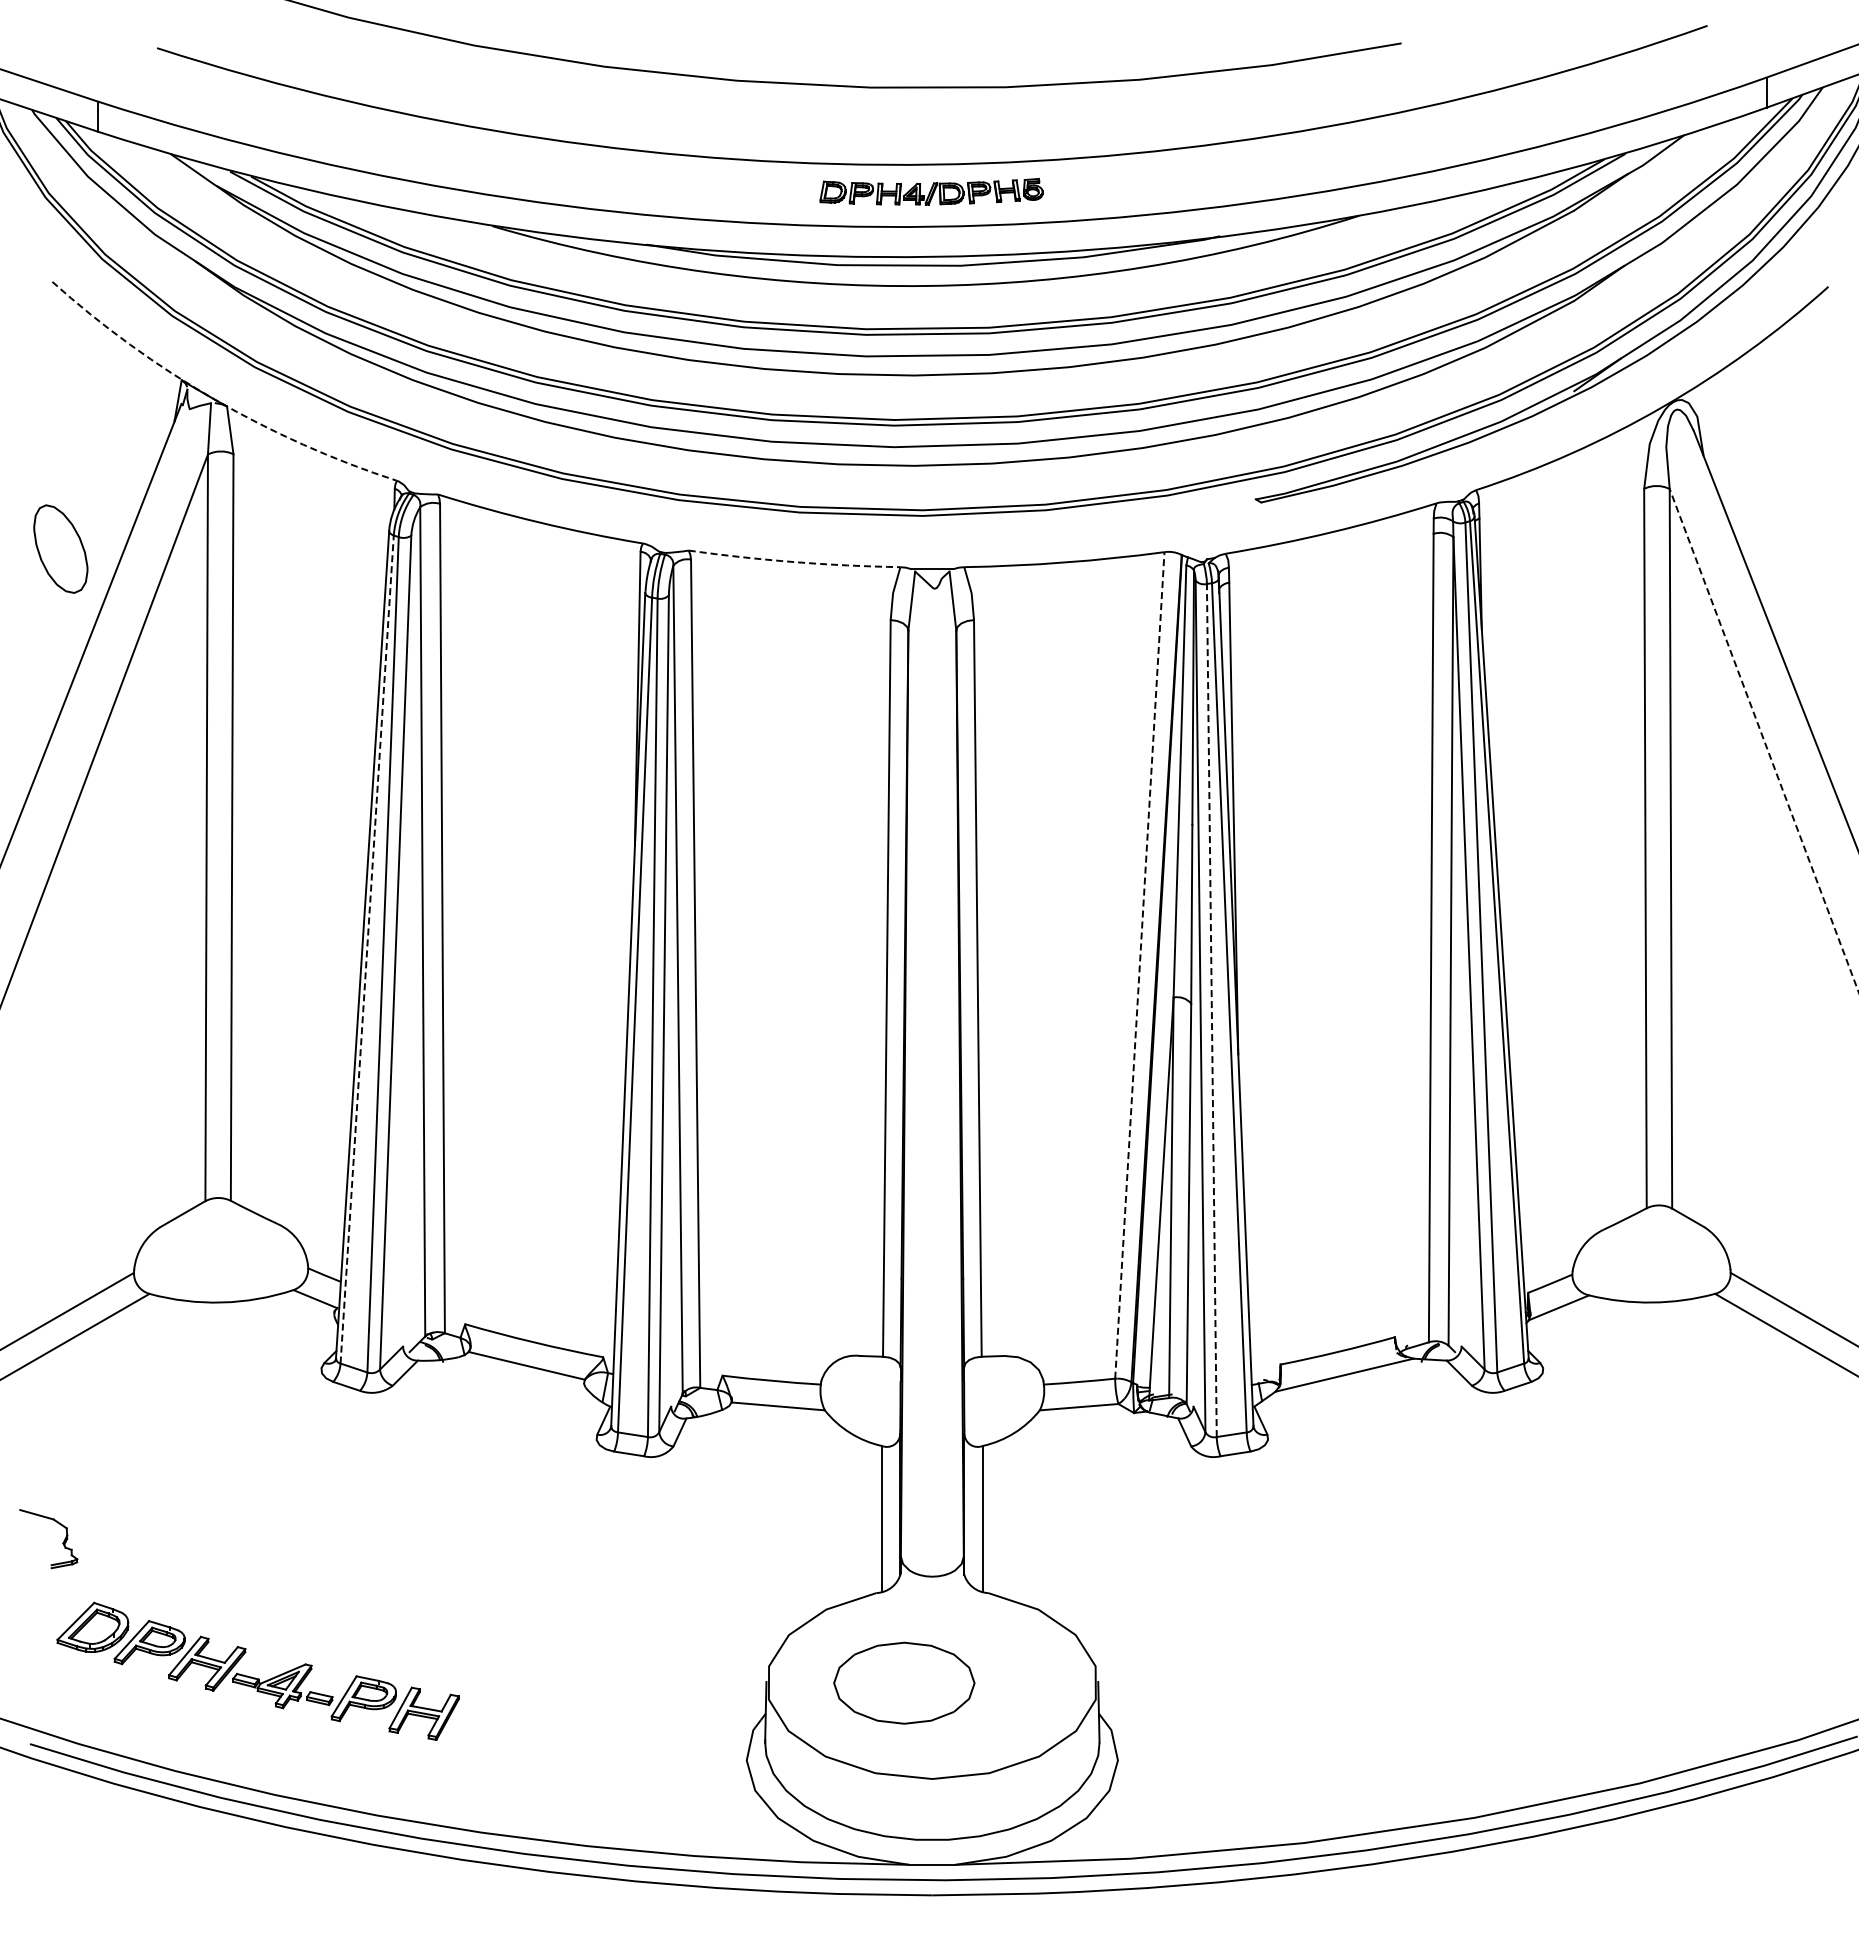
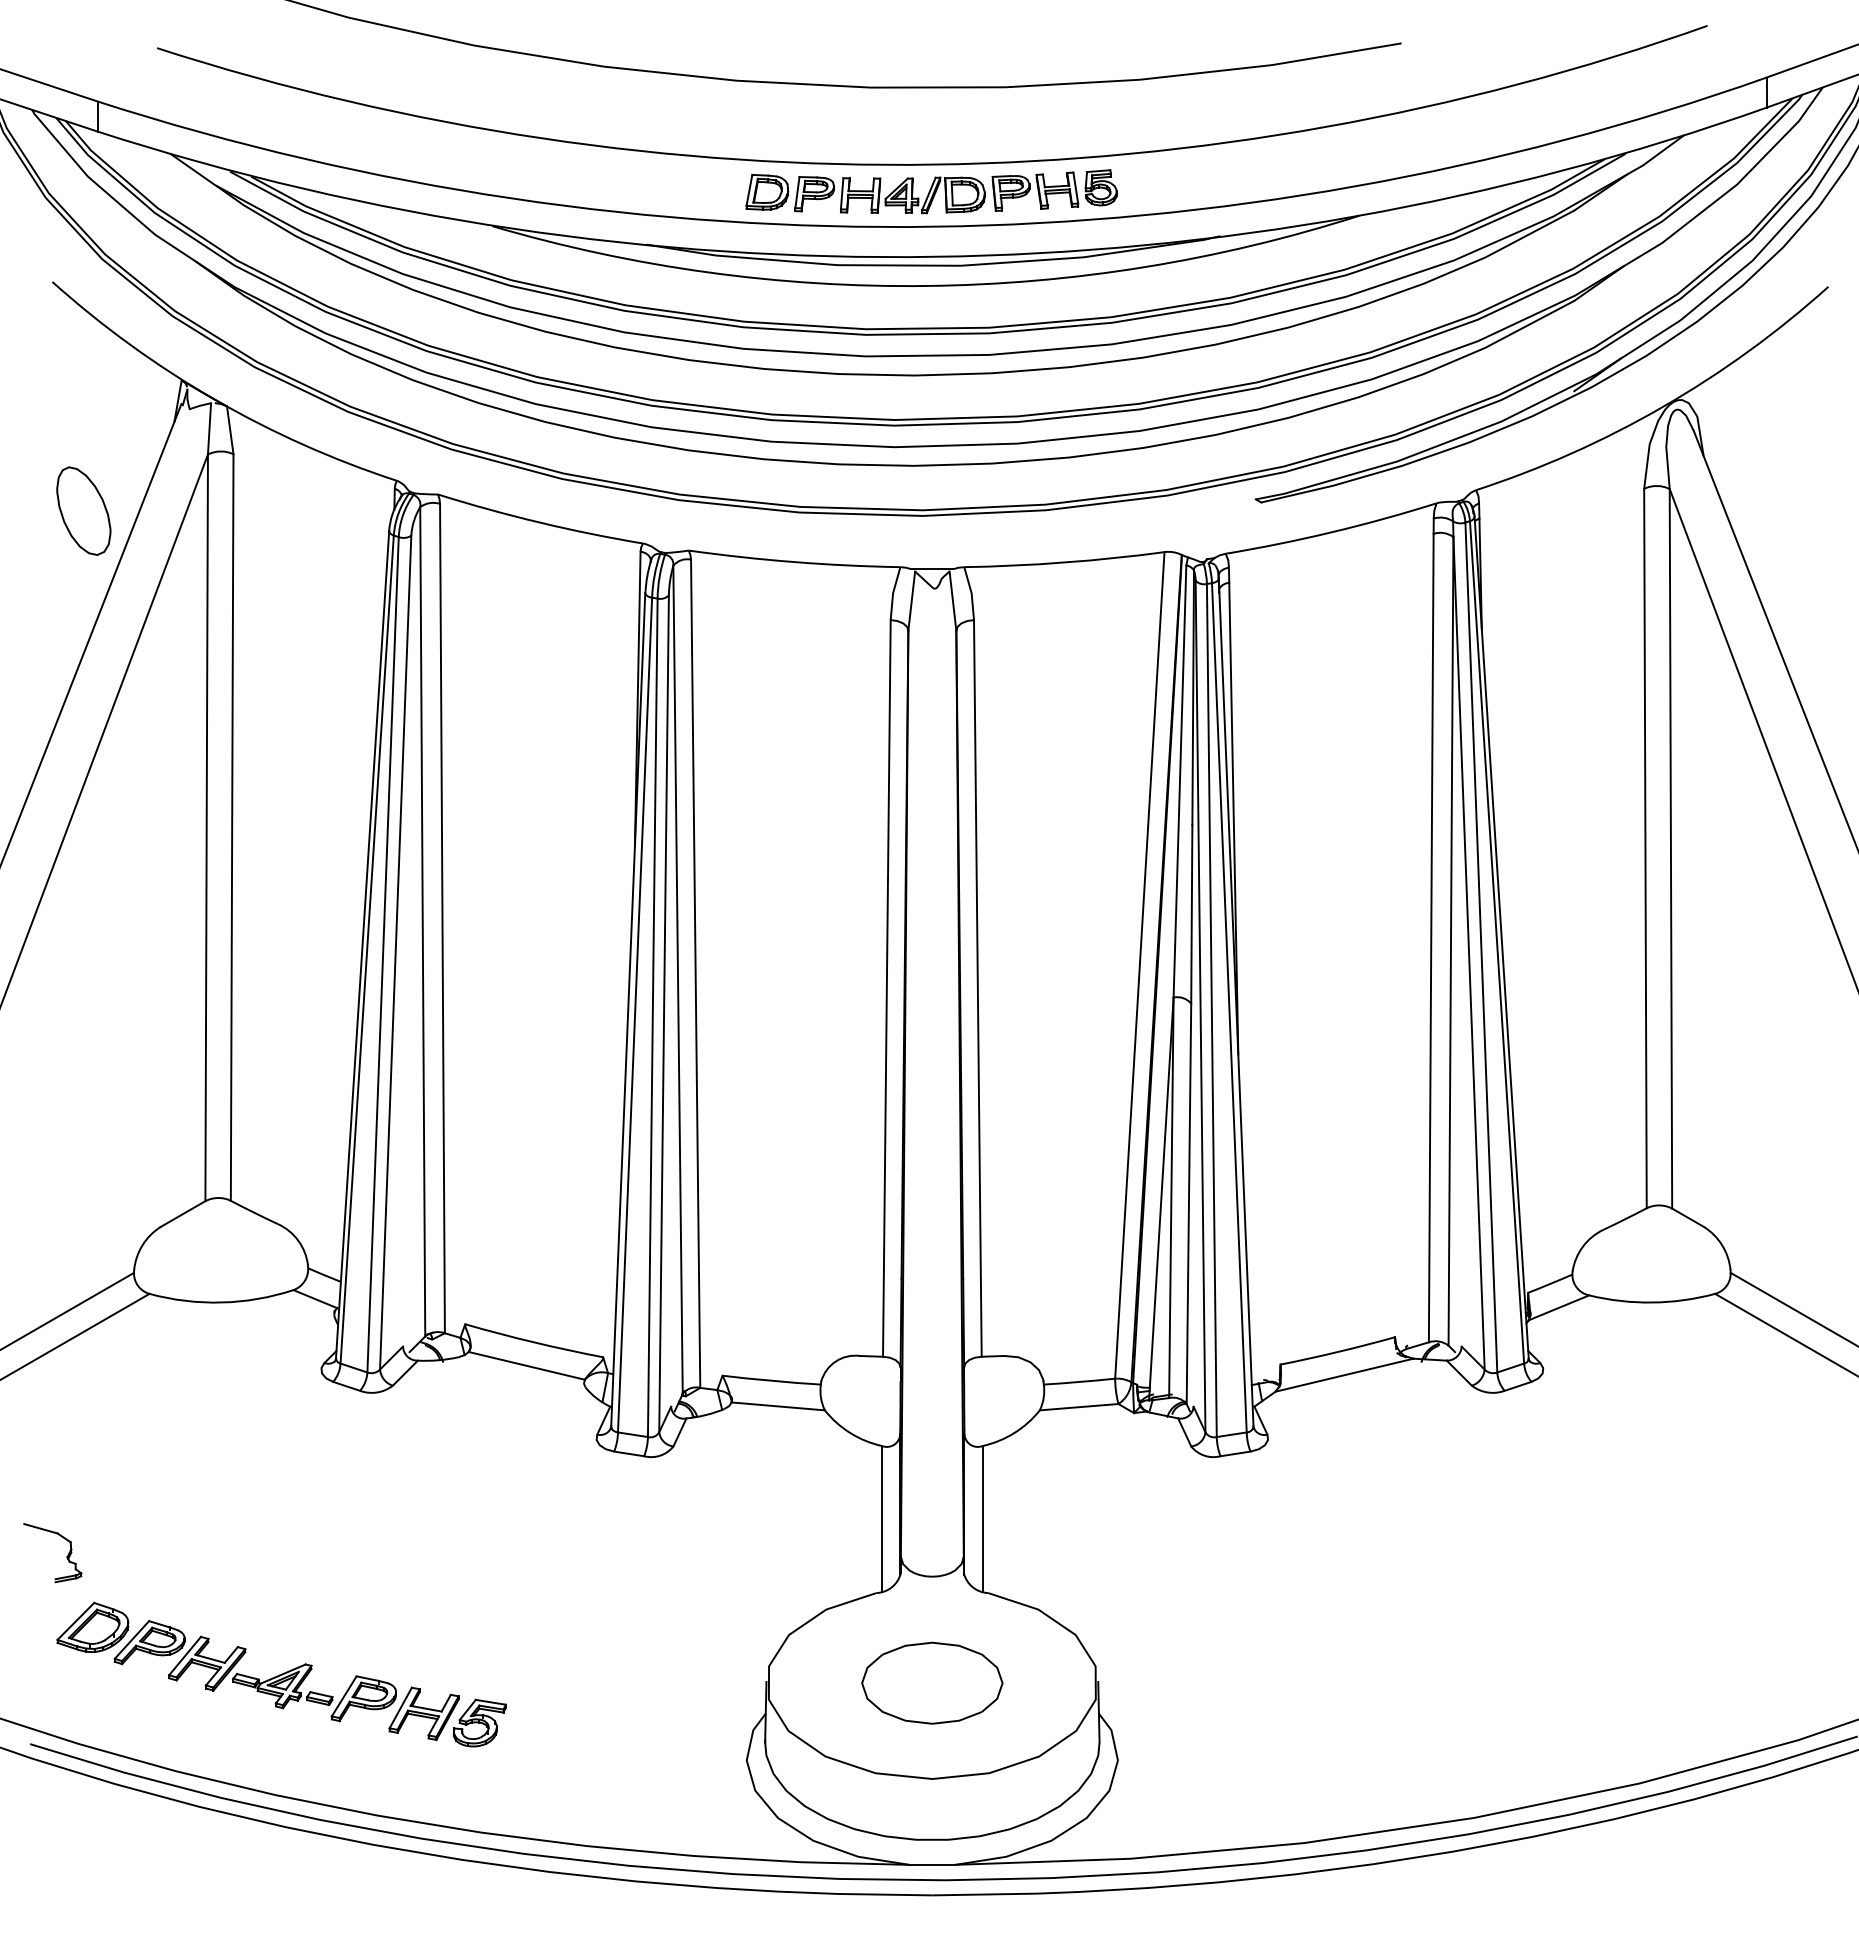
part at (931, 191) size: 225x29 px -> 373x46 px
arc at (214, 399): dashed -> solid
part at (60, 548) position: (60, 548) -> (83, 510)
arc at (794, 562): dashed -> solid
line at (1764, 740): dashed -> solid
line at (367, 949): dashed -> solid
line at (1139, 964): dashed -> solid
line at (1211, 1010): dashed -> solid
part at (62, 1542) position: (62, 1542) -> (66, 1556)
part at (904, 1682) position: (904, 1682) -> (932, 1682)
part at (479, 1722): none -> present
